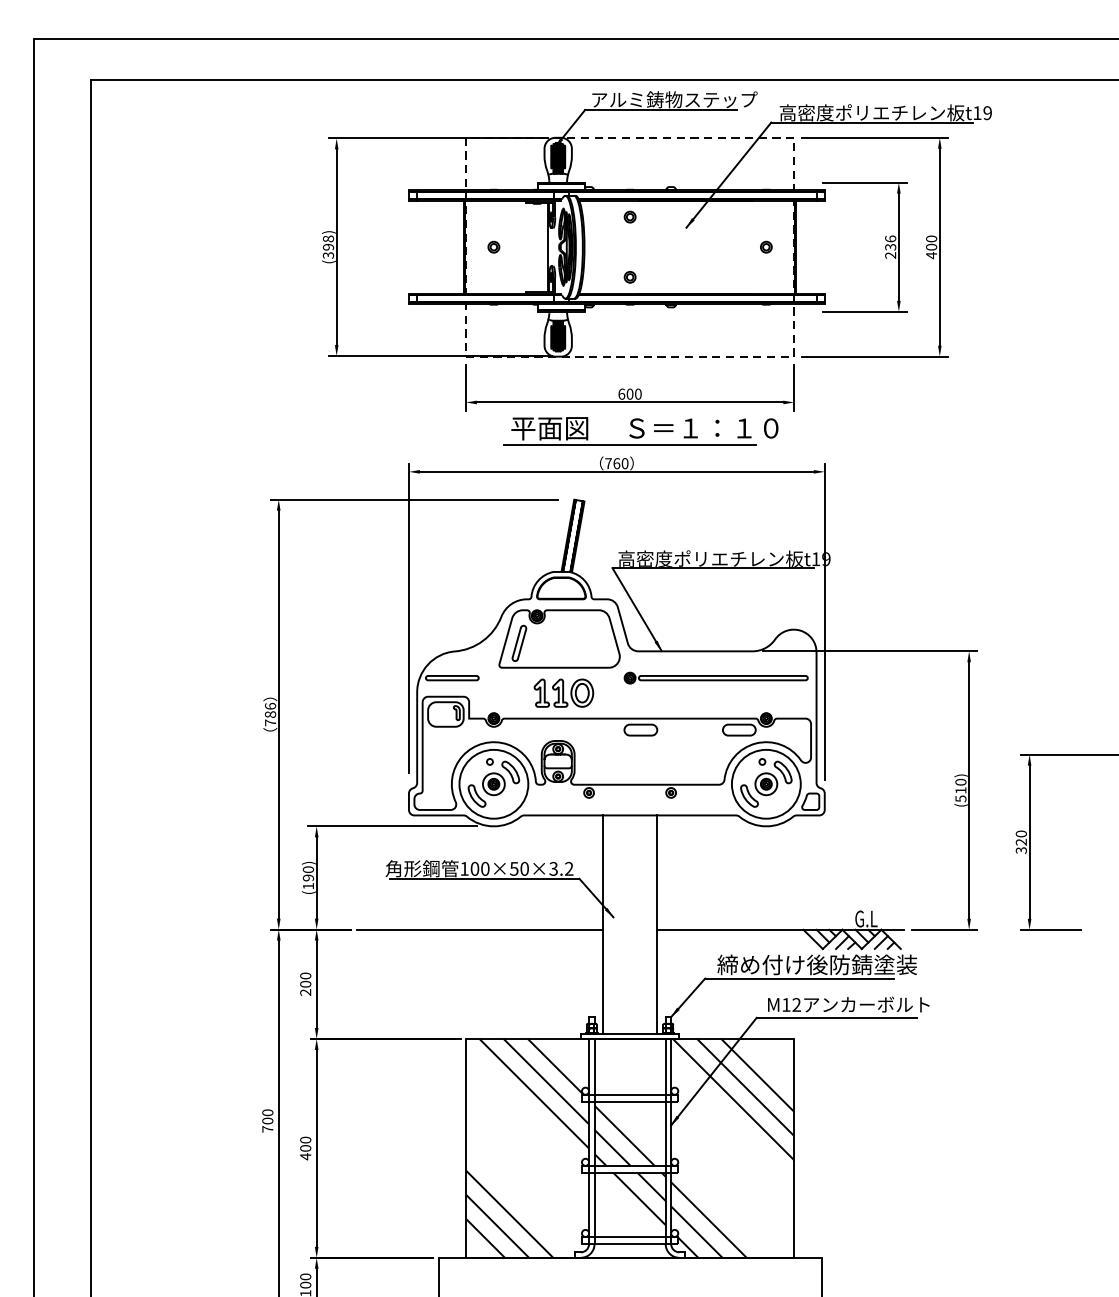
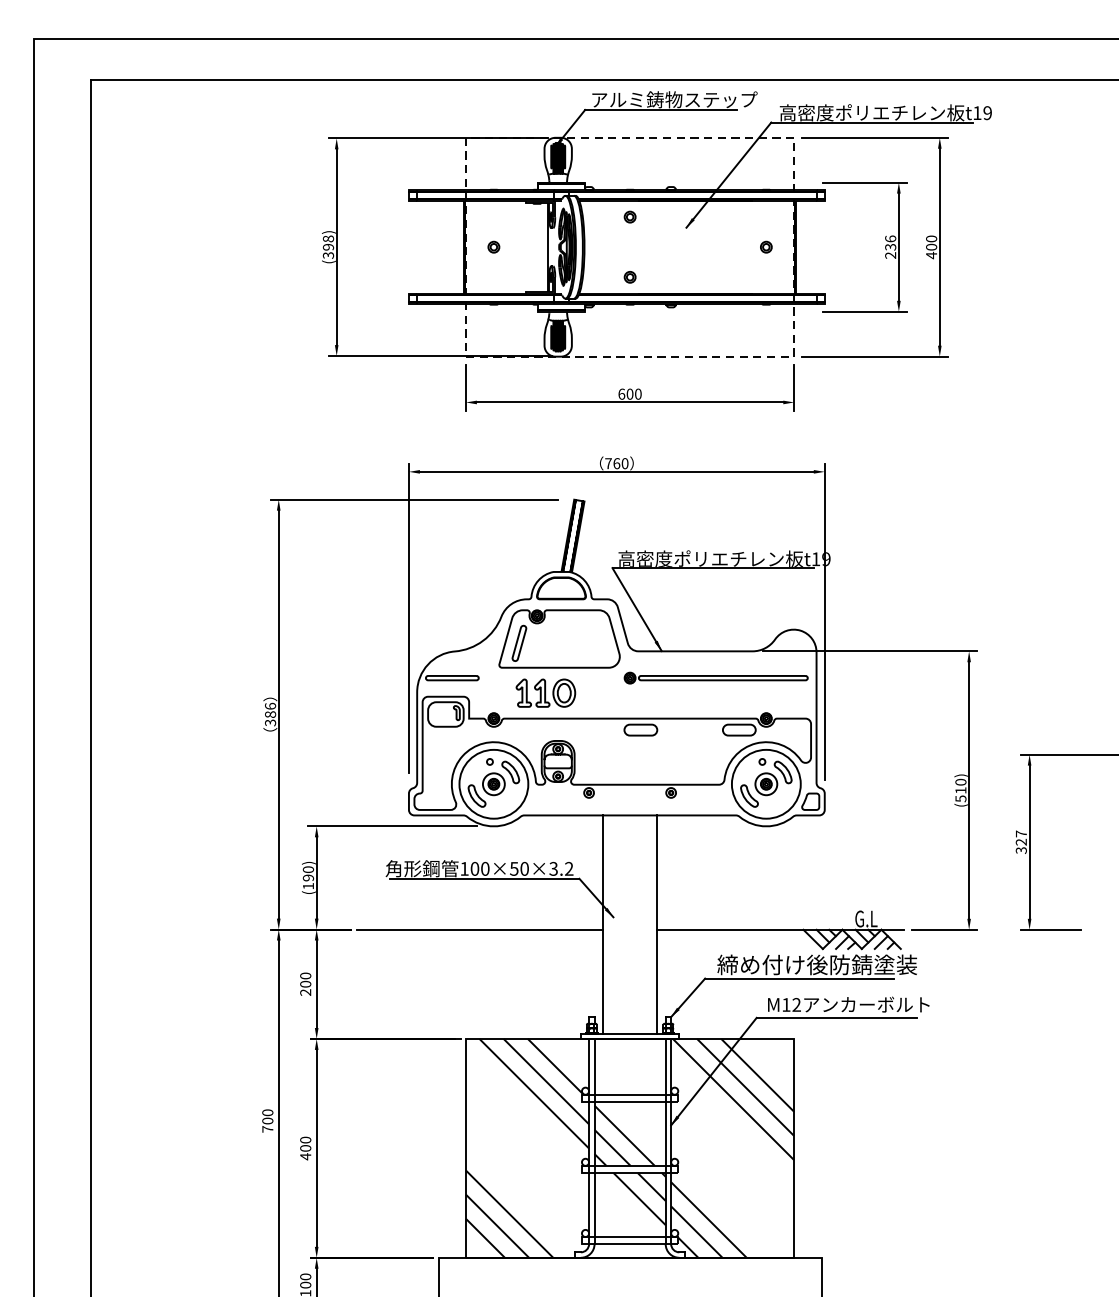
part at (640, 431): present -> none
part at (563, 692) position: (563, 692) -> (545, 692)
text at (270, 722): 786 -> 386
text at (1020, 833): 320 -> 327
